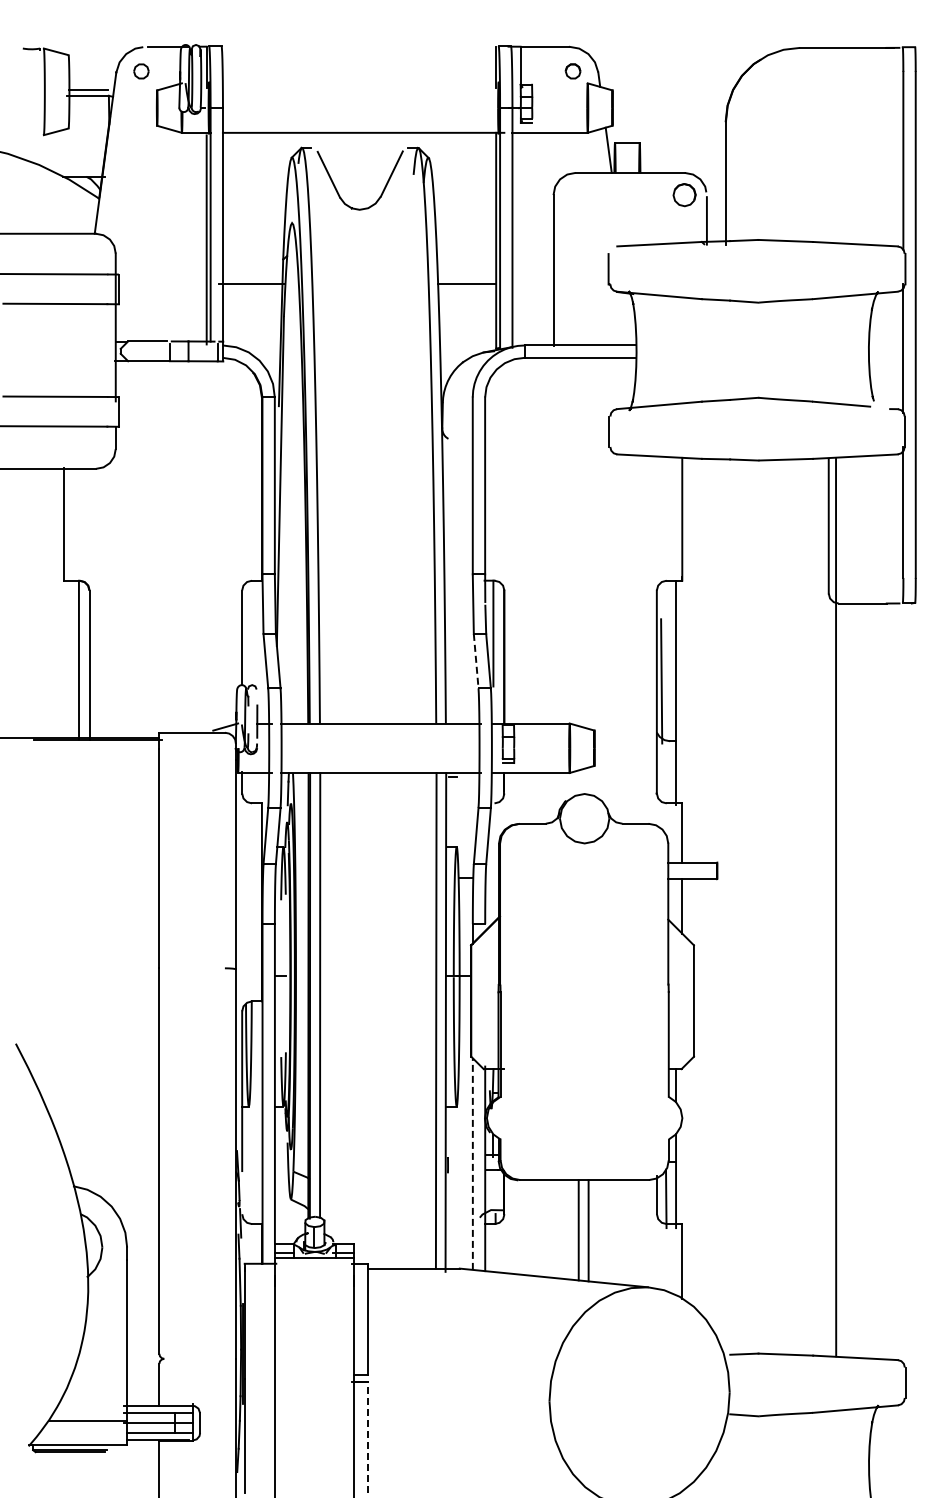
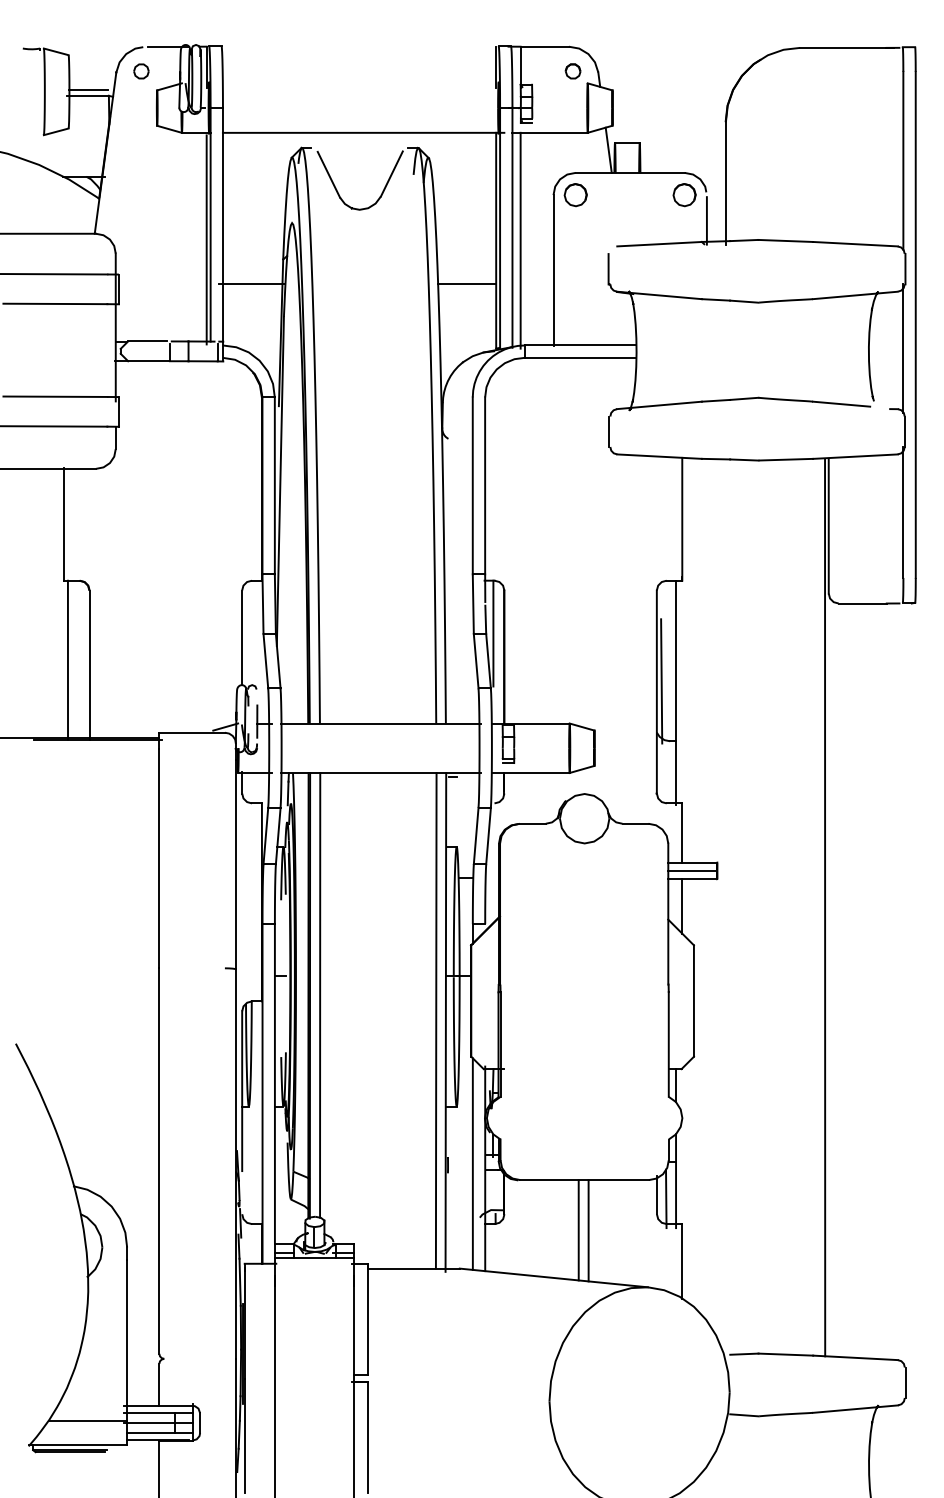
part at (575, 195): none -> present
line at (520, 240): none -> present
line at (78, 659) position: (78, 659) -> (67, 659)
line at (476, 661): dashed -> solid
line at (692, 870): none -> present
line at (836, 907) position: (836, 907) -> (825, 907)
line at (472, 1164): dashed -> solid
line at (368, 1437): dashed -> solid
